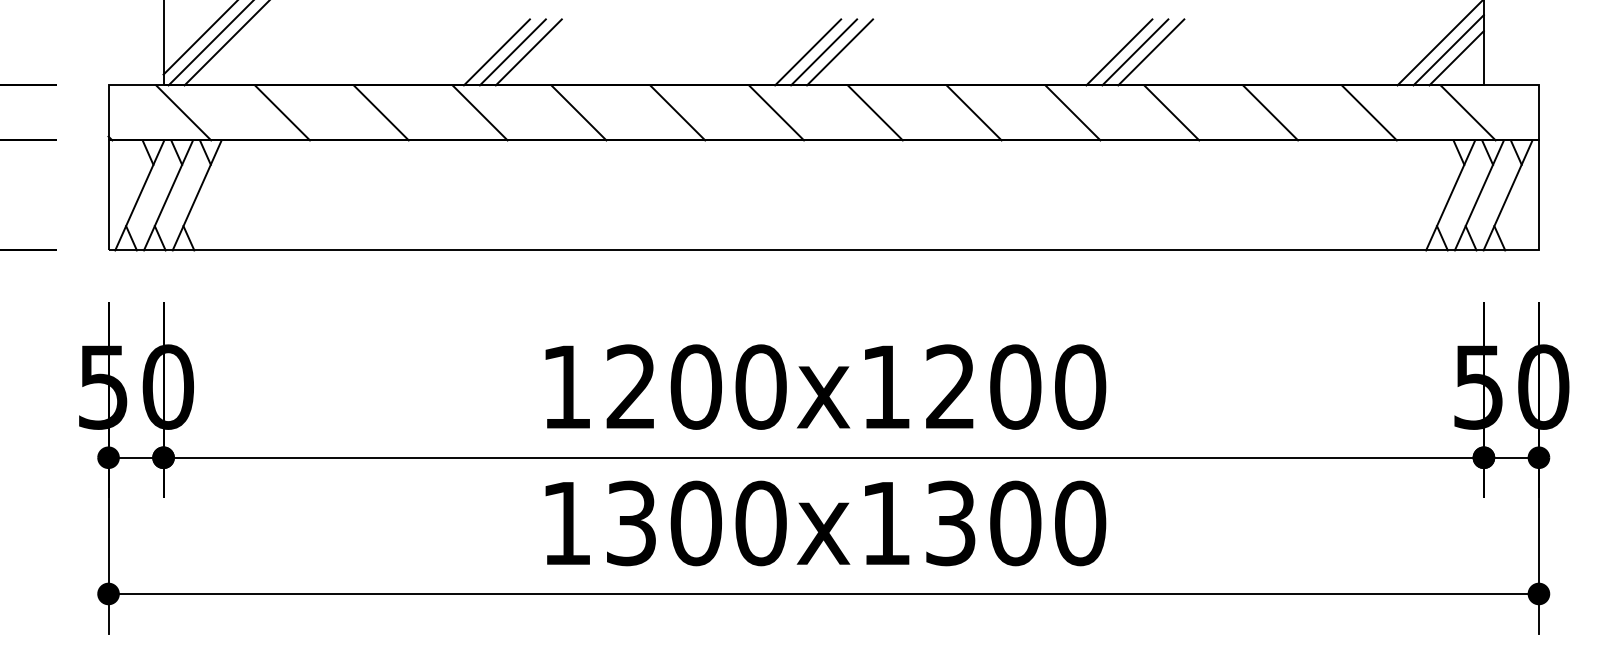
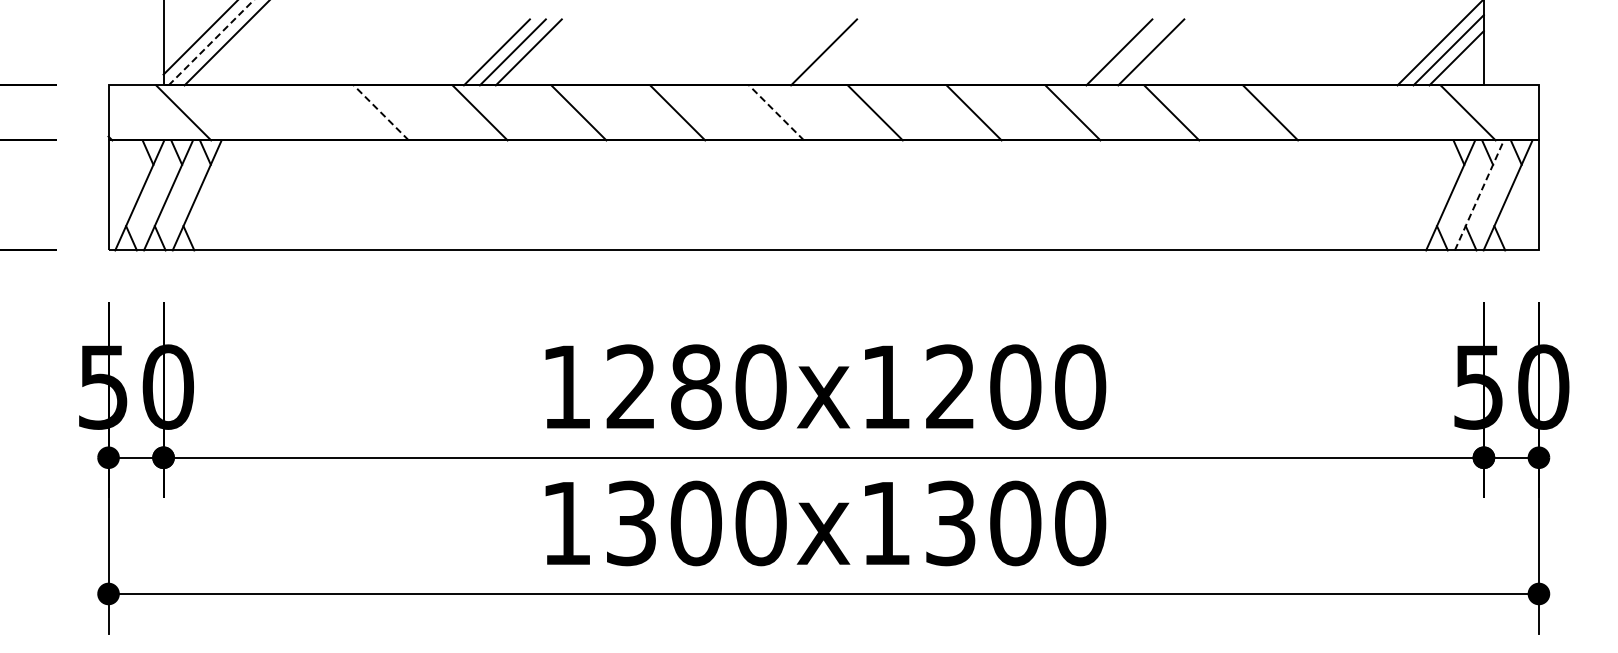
line at (211, 43): solid -> dashed
line at (808, 52): present -> none
line at (840, 52): present -> none
line at (1135, 52): present -> none
line at (282, 112): present -> none
line at (381, 112): solid -> dashed
line at (776, 112): solid -> dashed
line at (1368, 112): present -> none
line at (1479, 194): solid -> dashed
text at (695, 386): 1200x1200 -> 1280x1200
